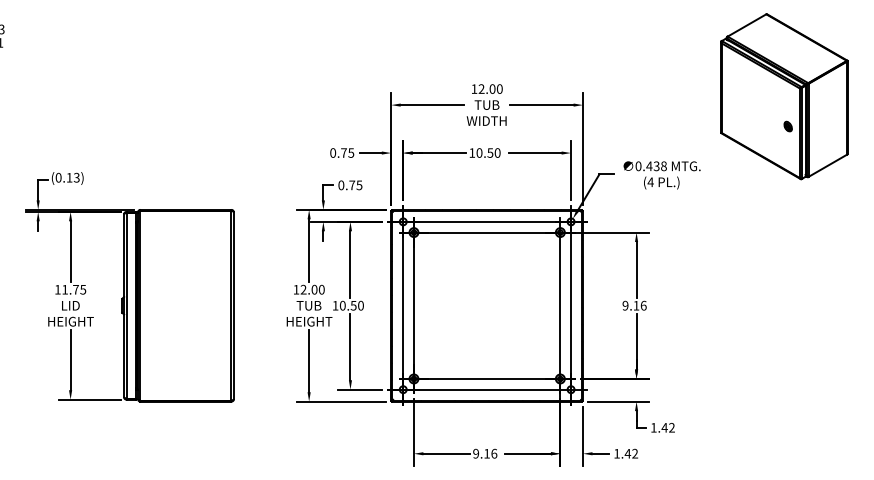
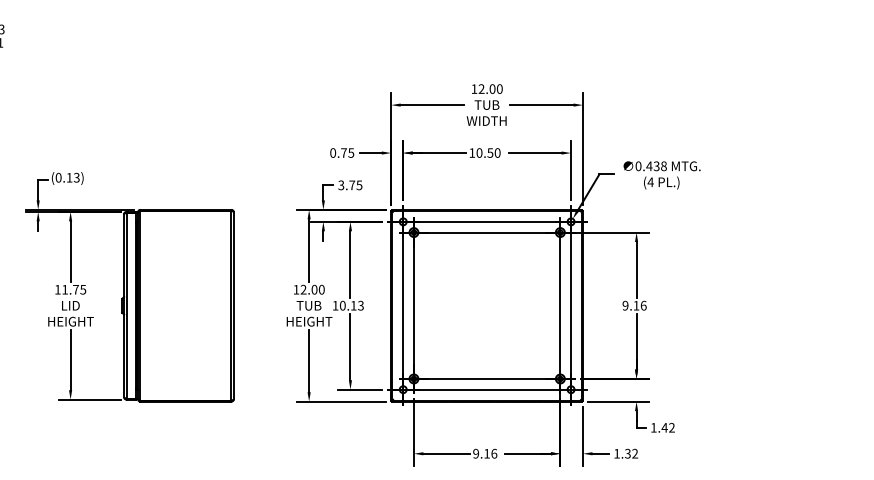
part at (784, 96): present -> none
text at (341, 185): 0.75 -> 3.75
text at (356, 305): 10.50 -> 10.13
text at (627, 453): 1.42 -> 1.32
